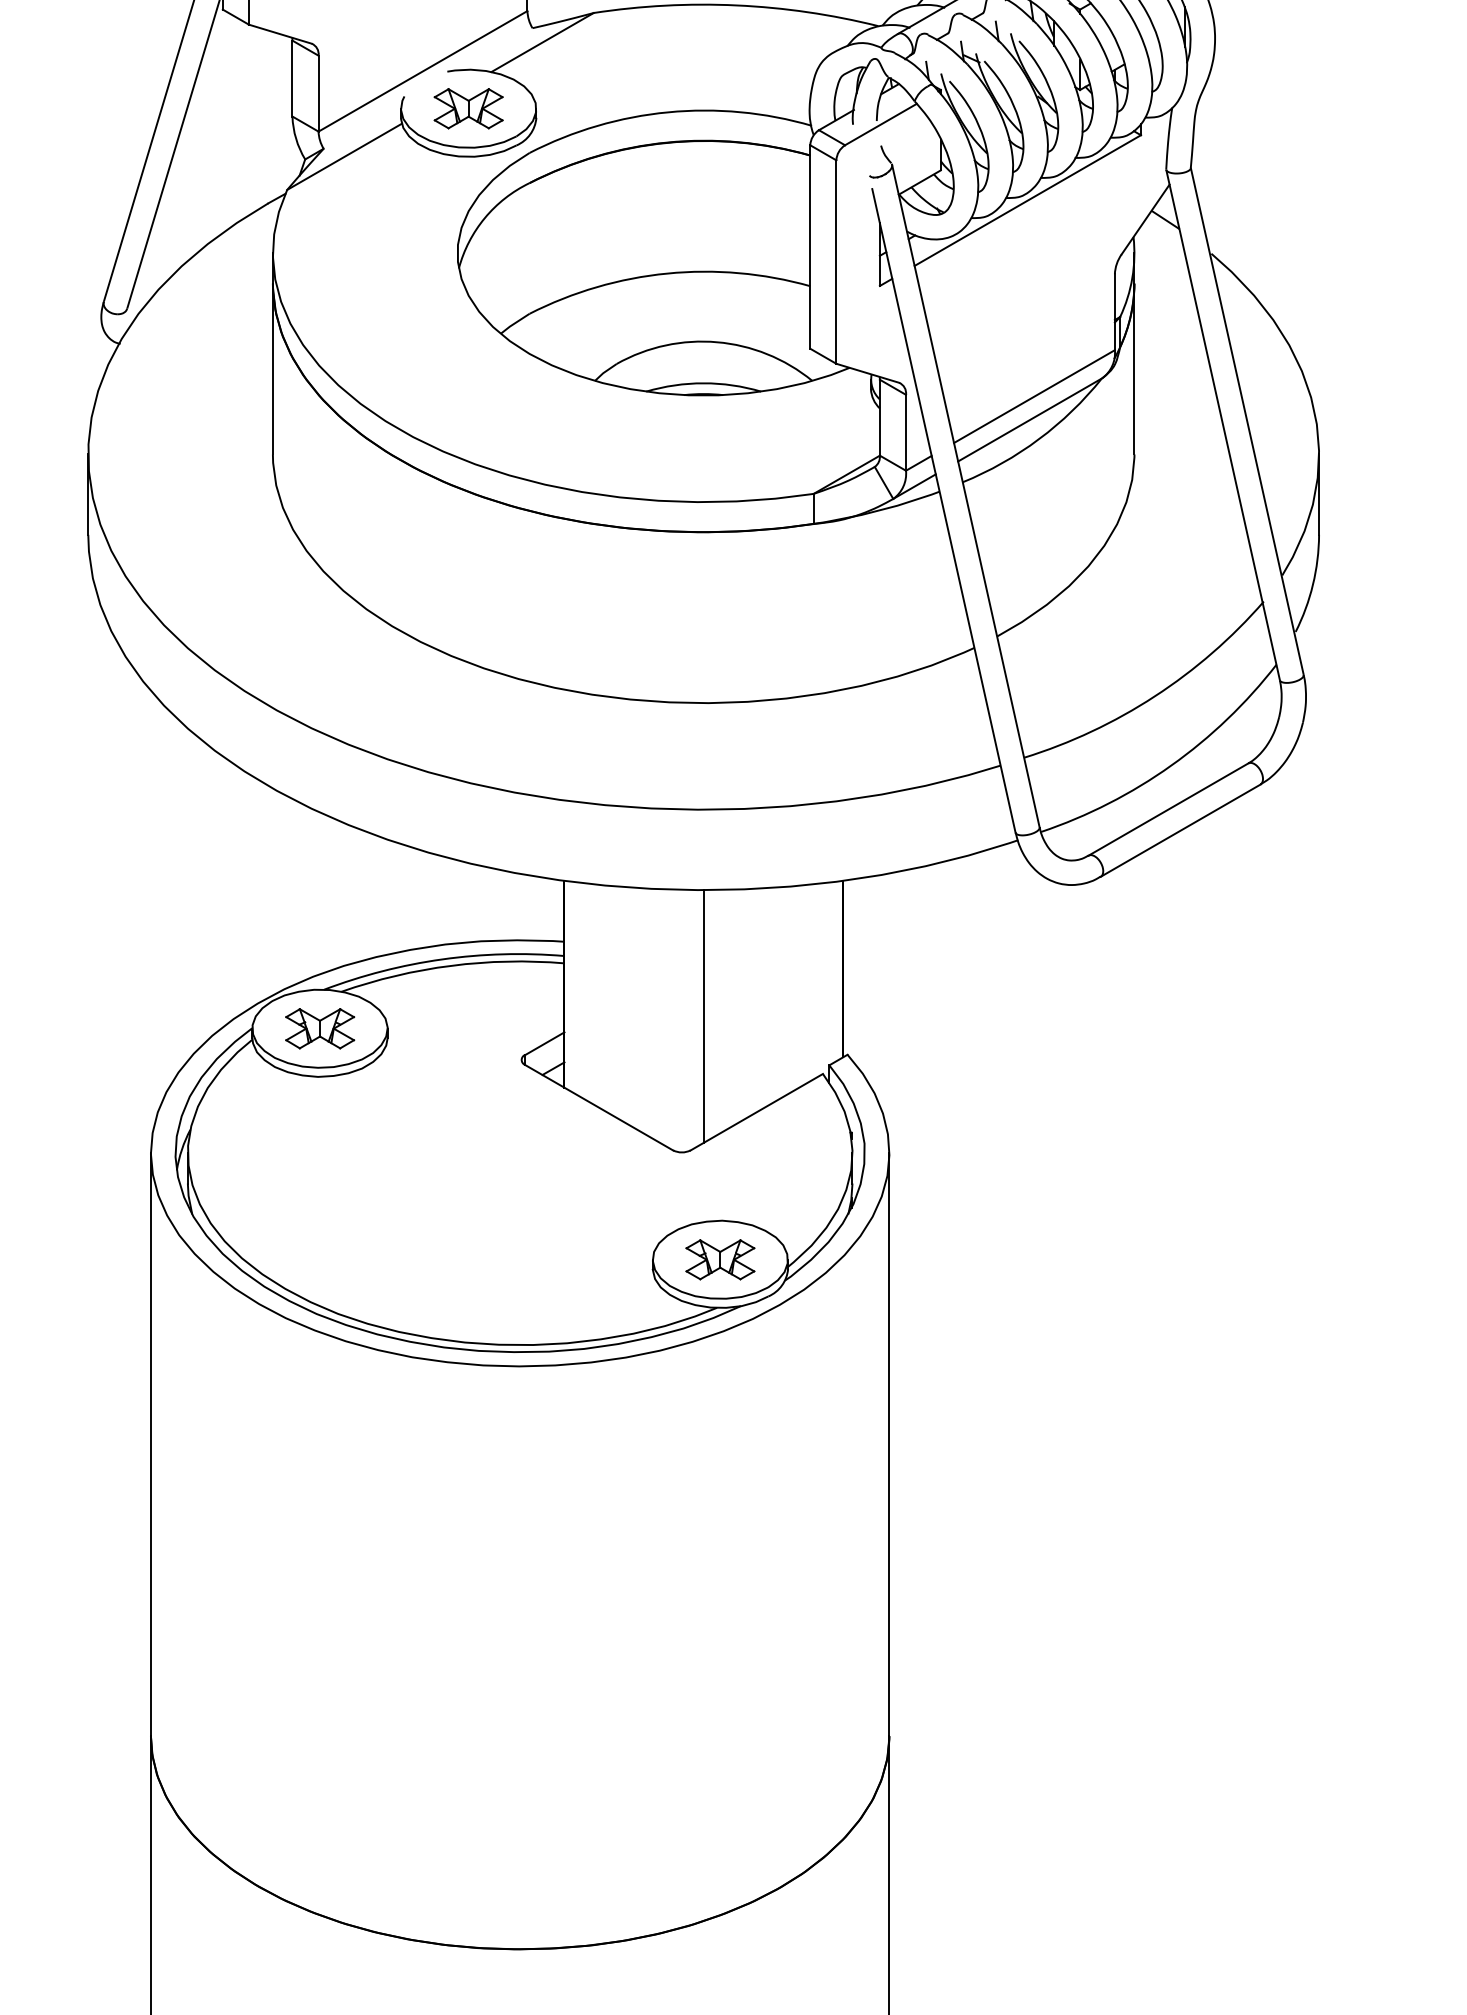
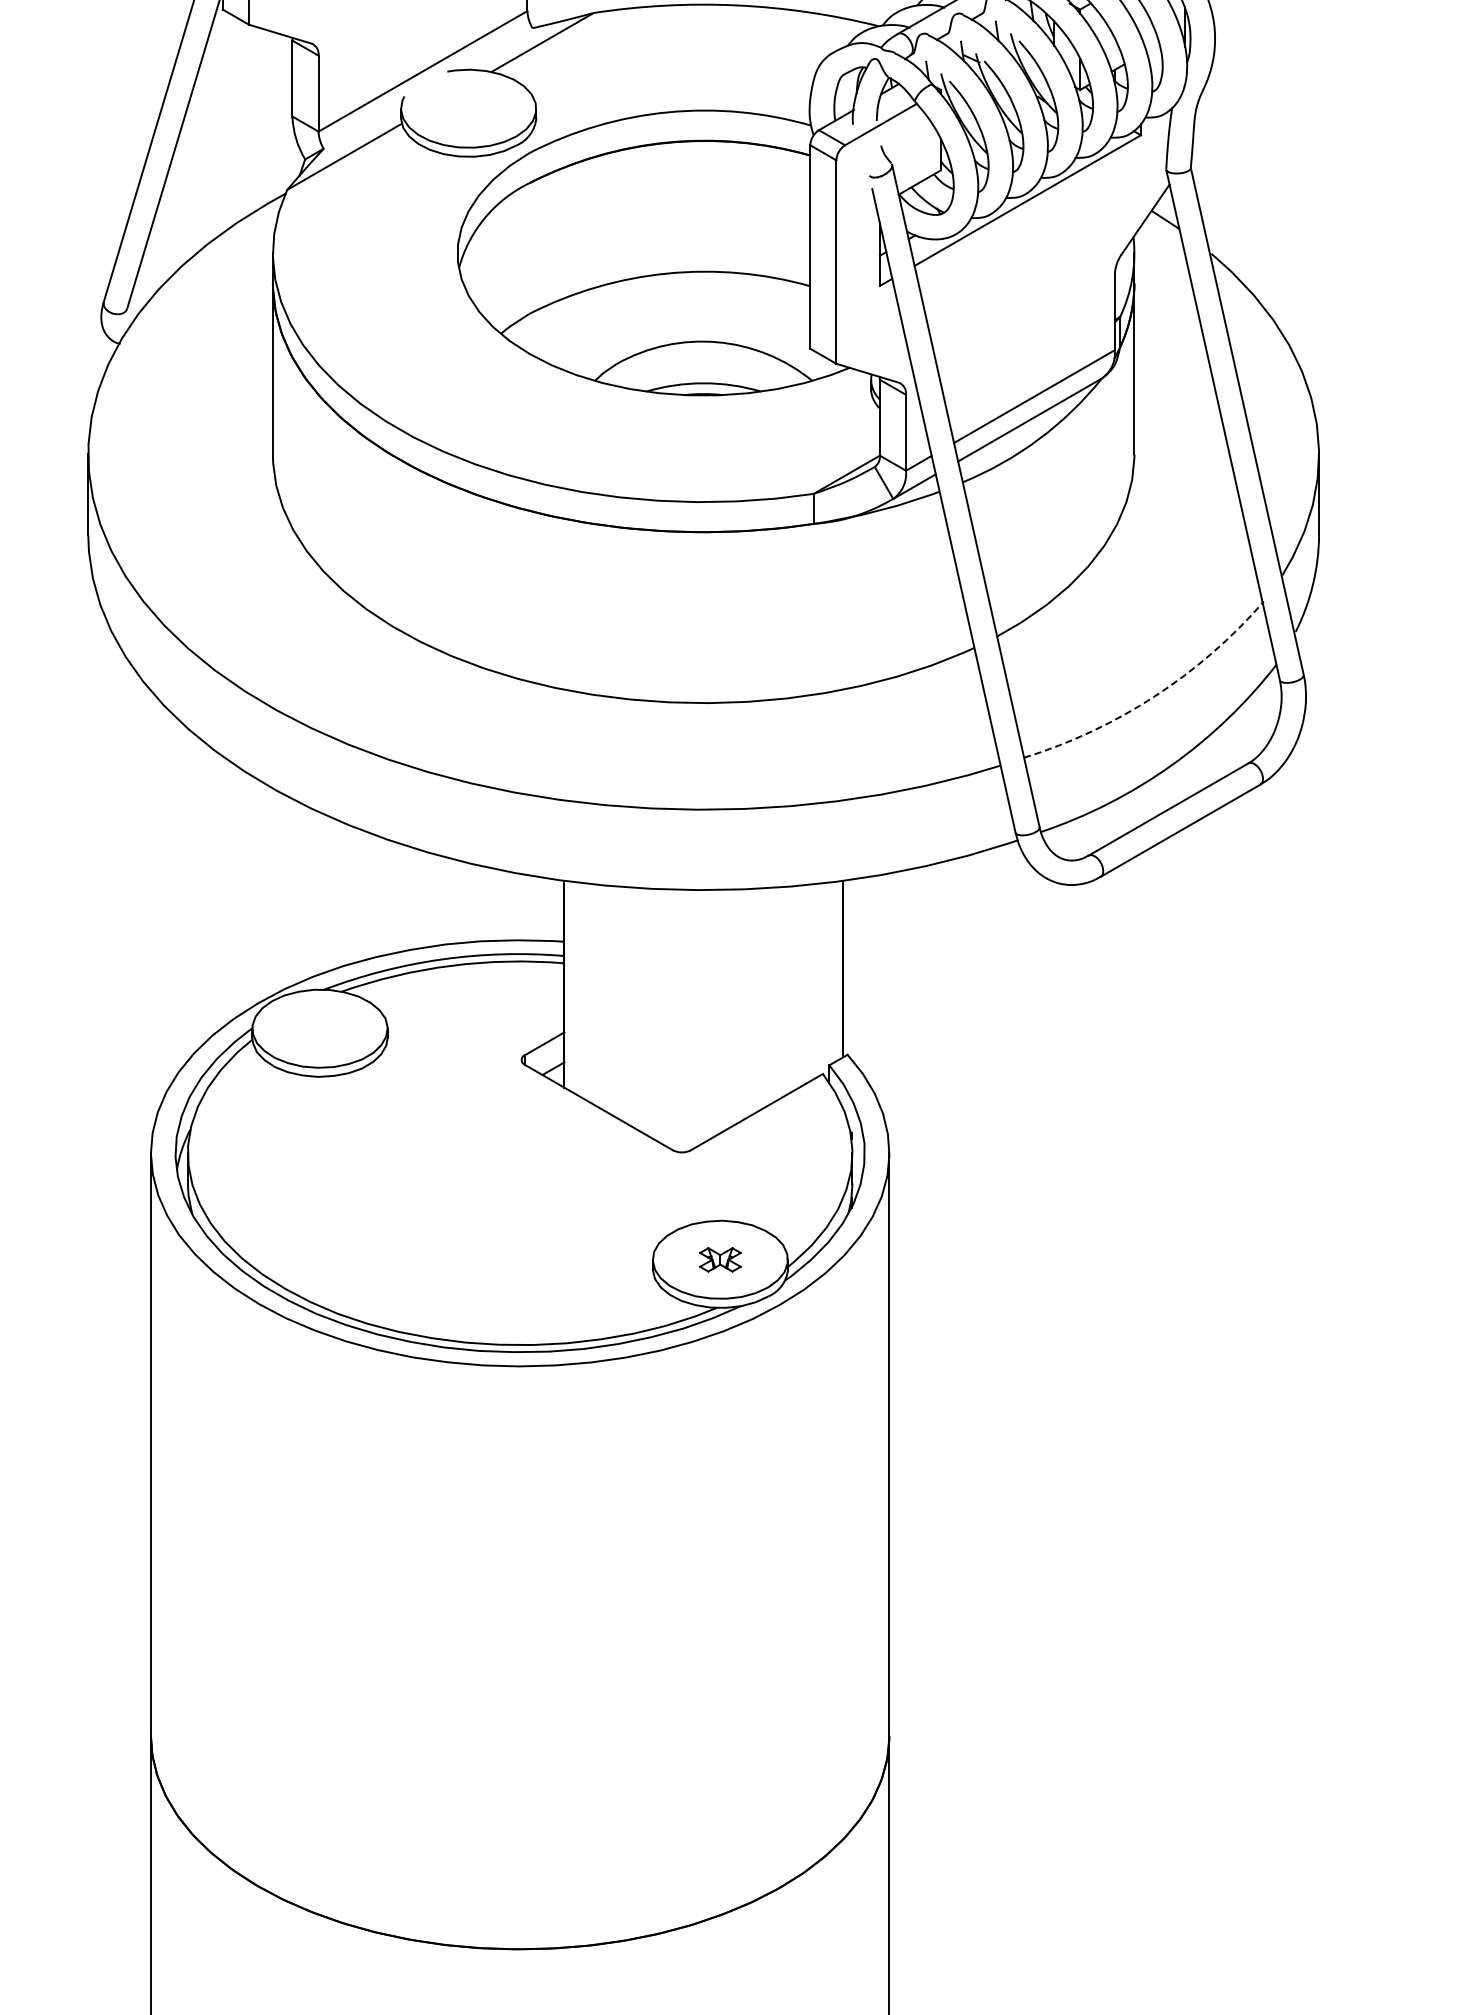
part at (468, 108): present -> none
arc at (1154, 696): solid -> dashed
line at (703, 1016): present -> none
part at (320, 1028): present -> none
part at (720, 1259) size: 71x42 px -> 43x26 px
